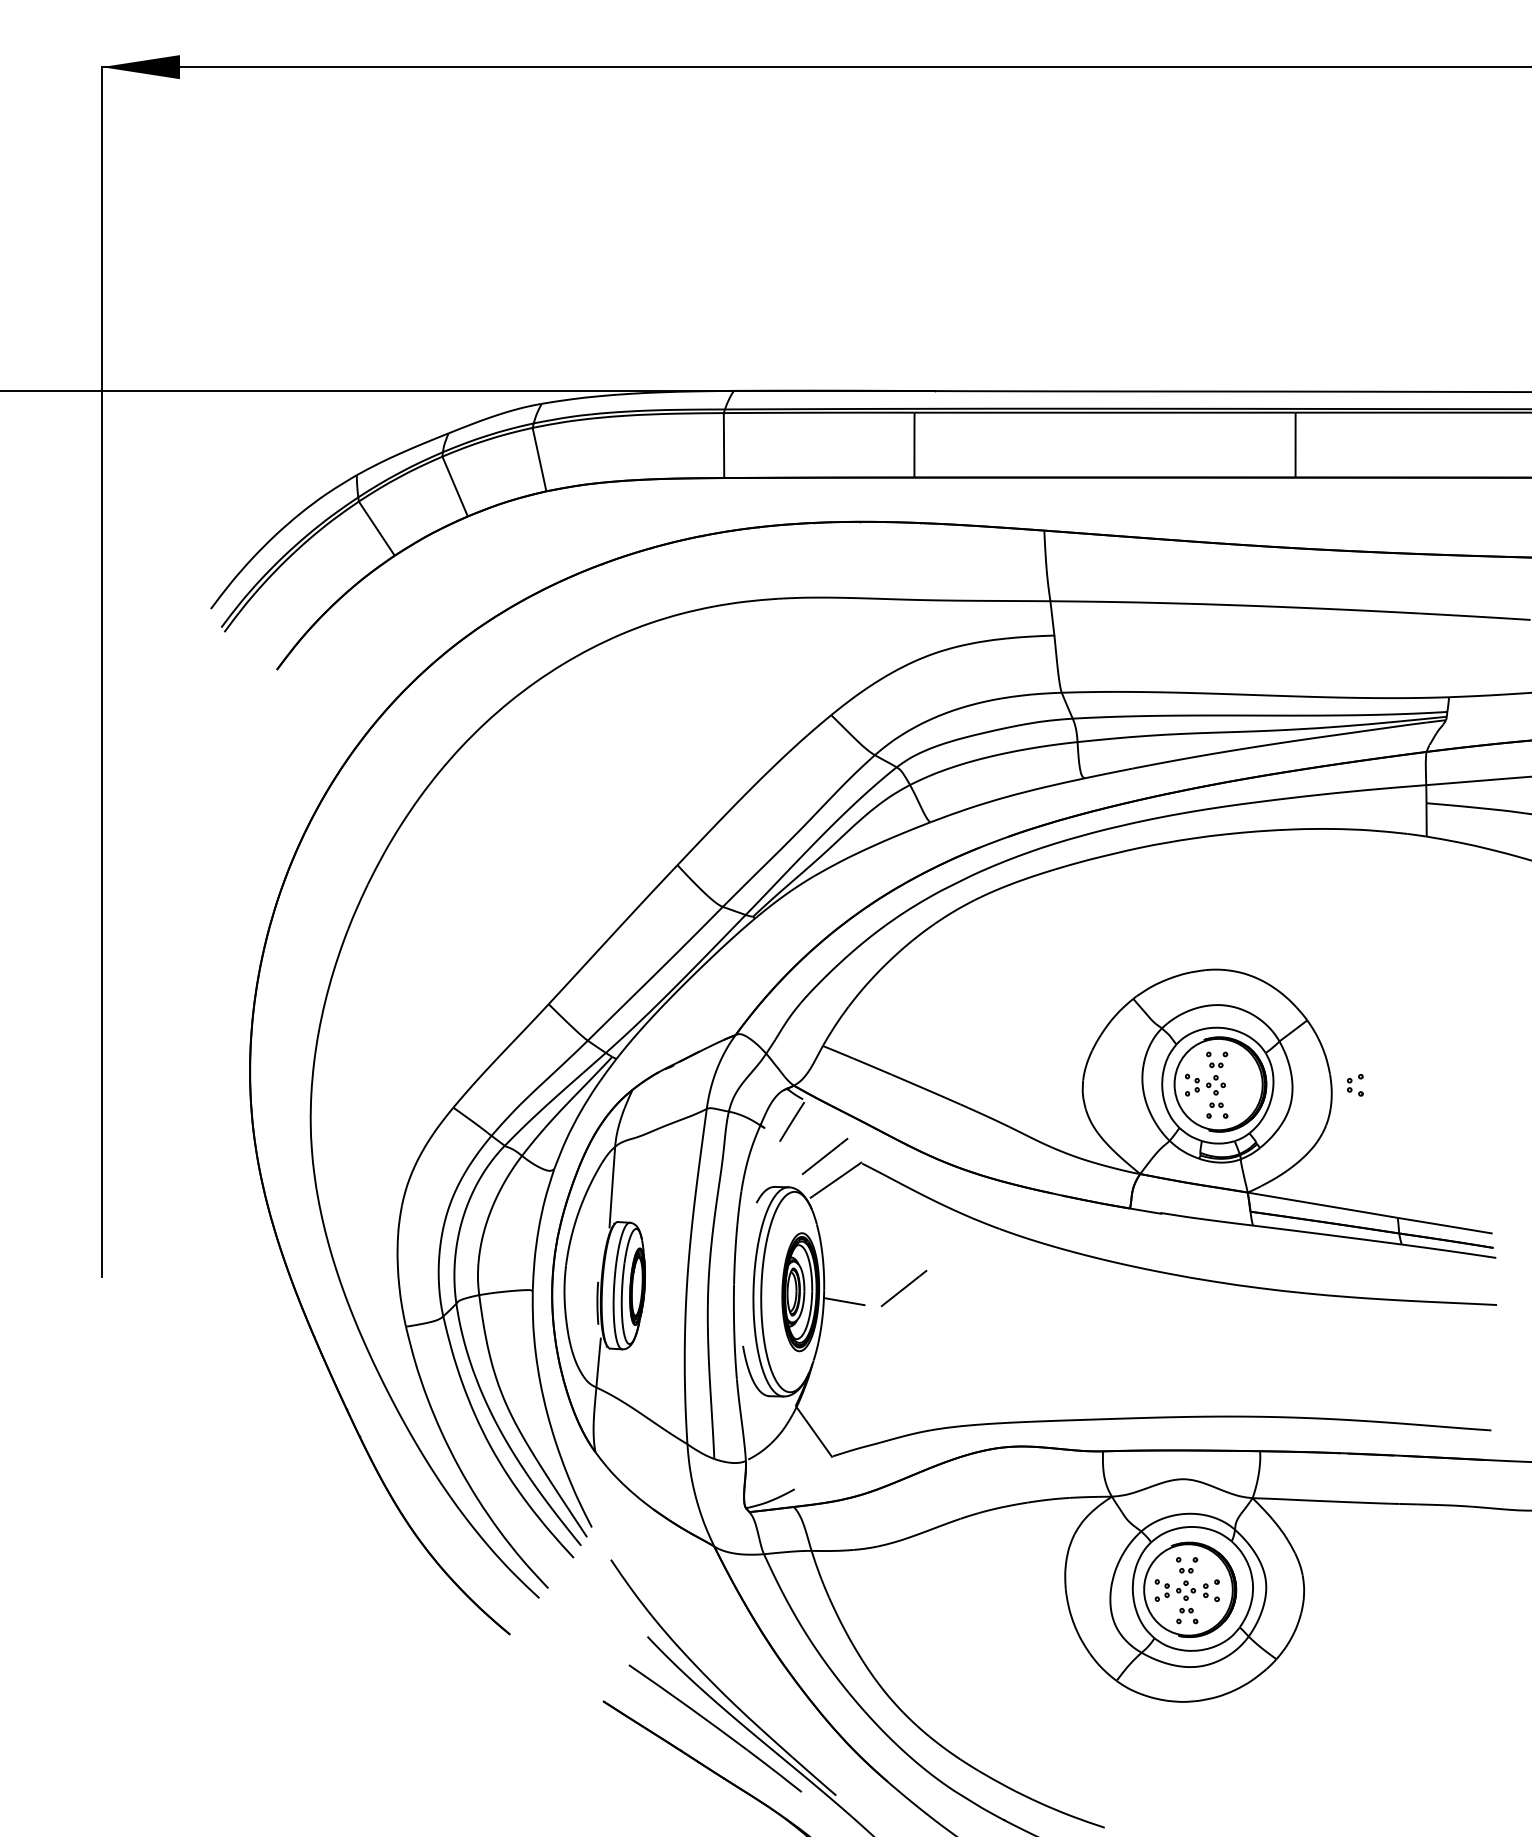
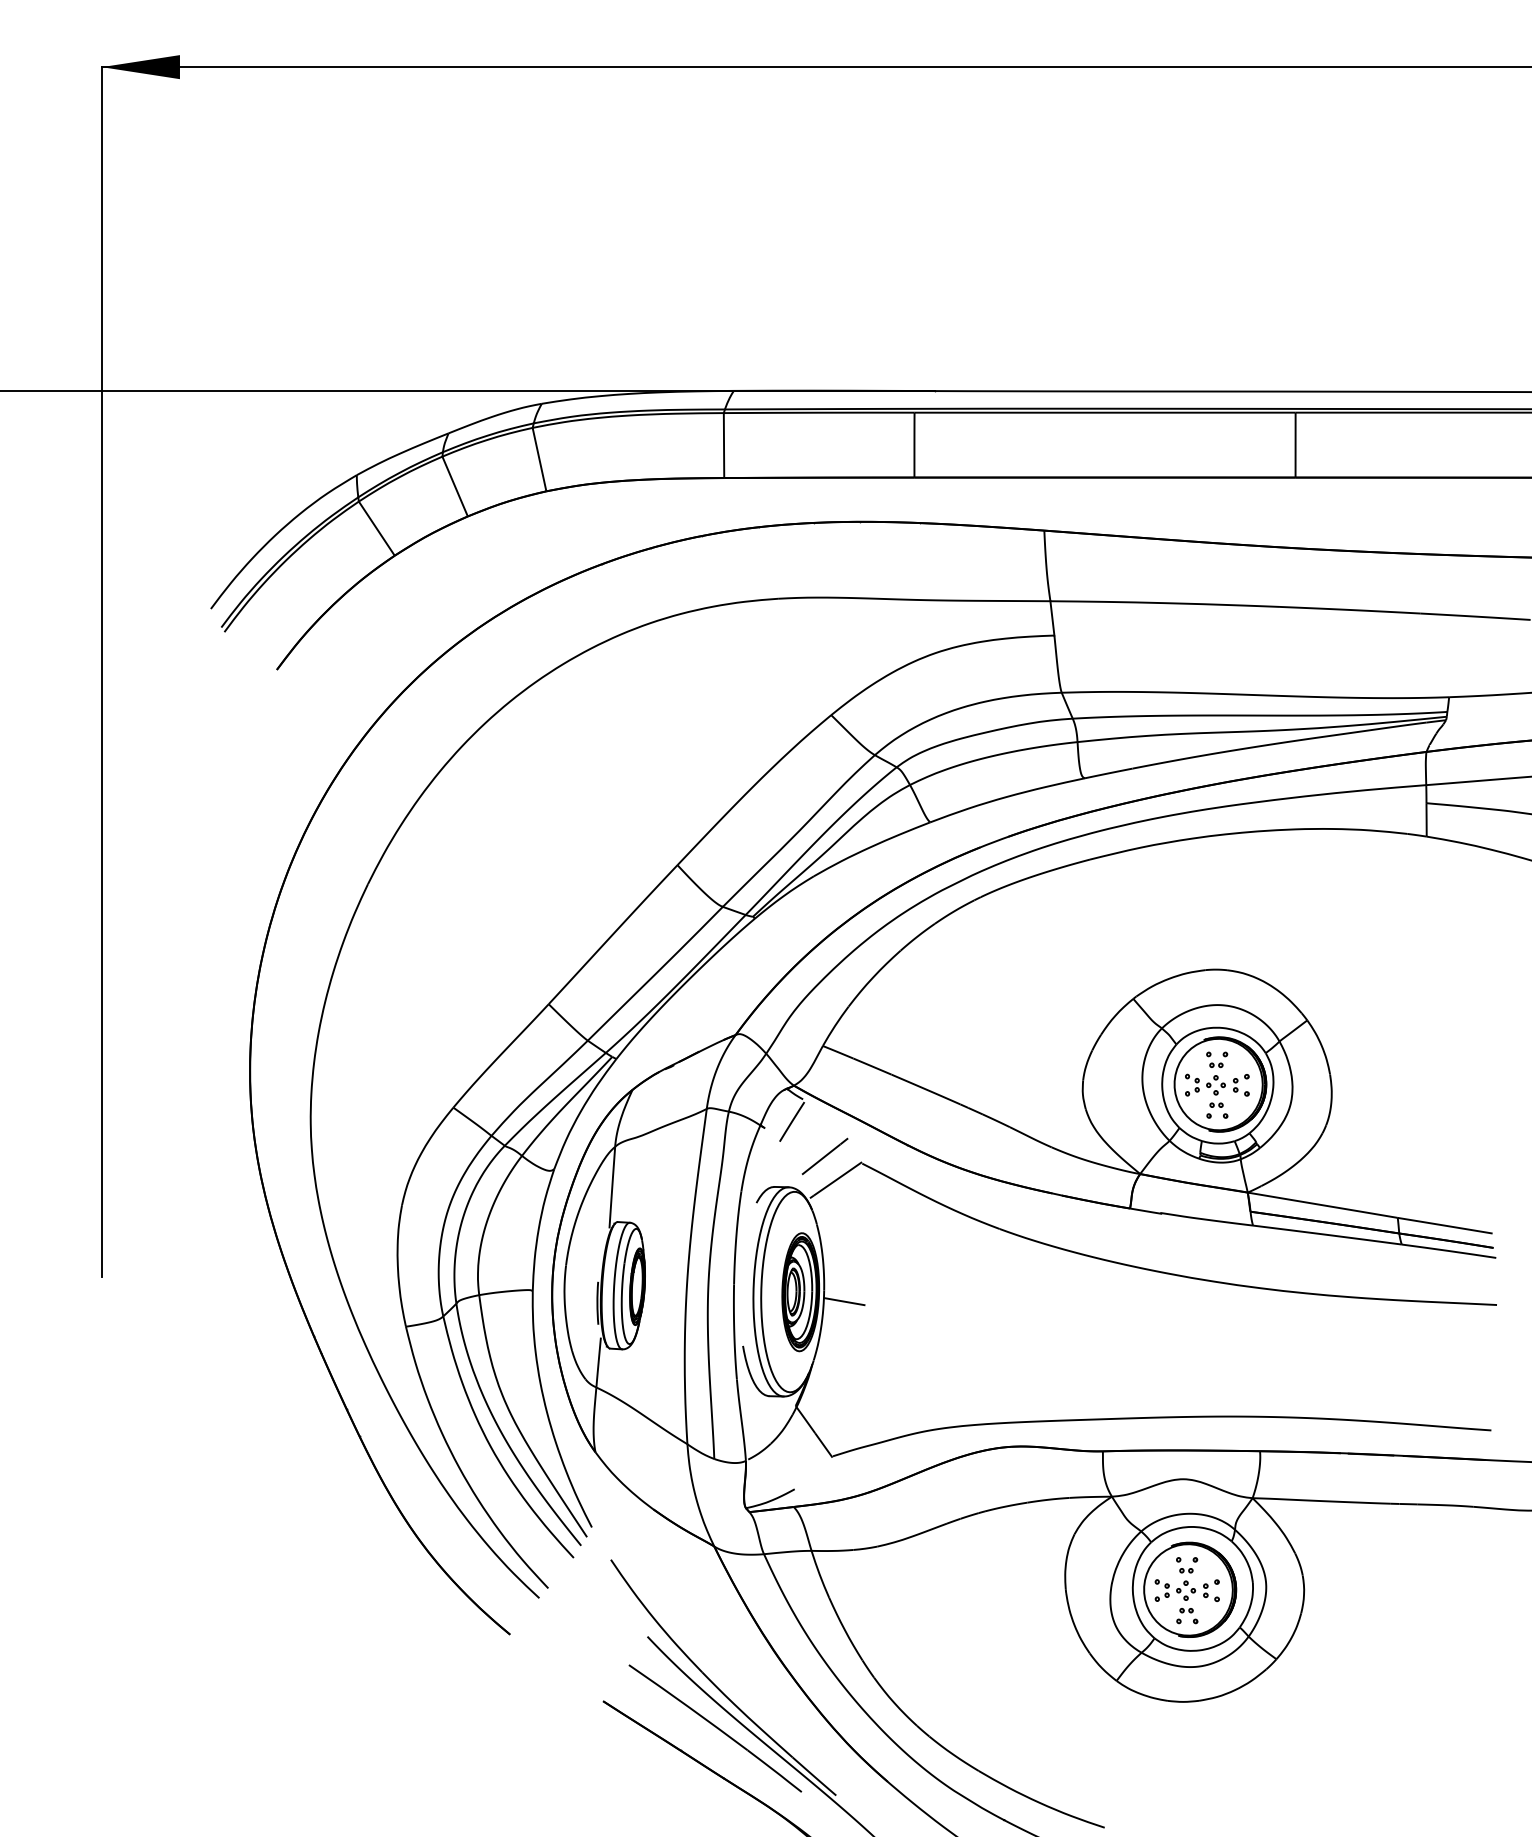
part at (1355, 1085) position: (1355, 1085) -> (1241, 1085)
line at (903, 1288): present -> none
